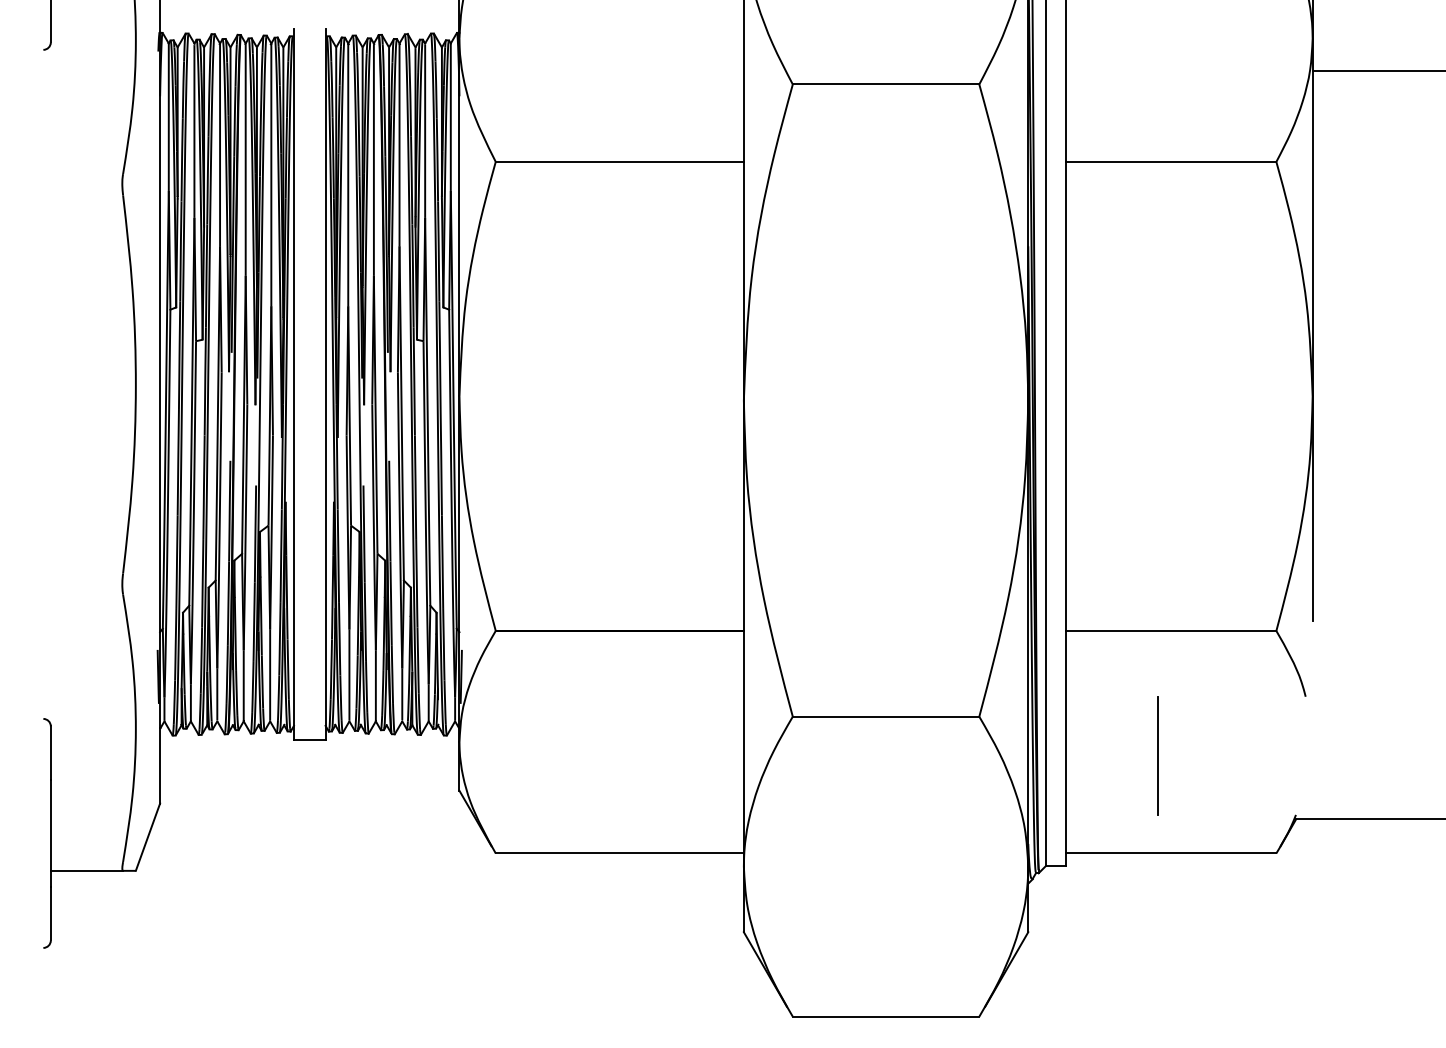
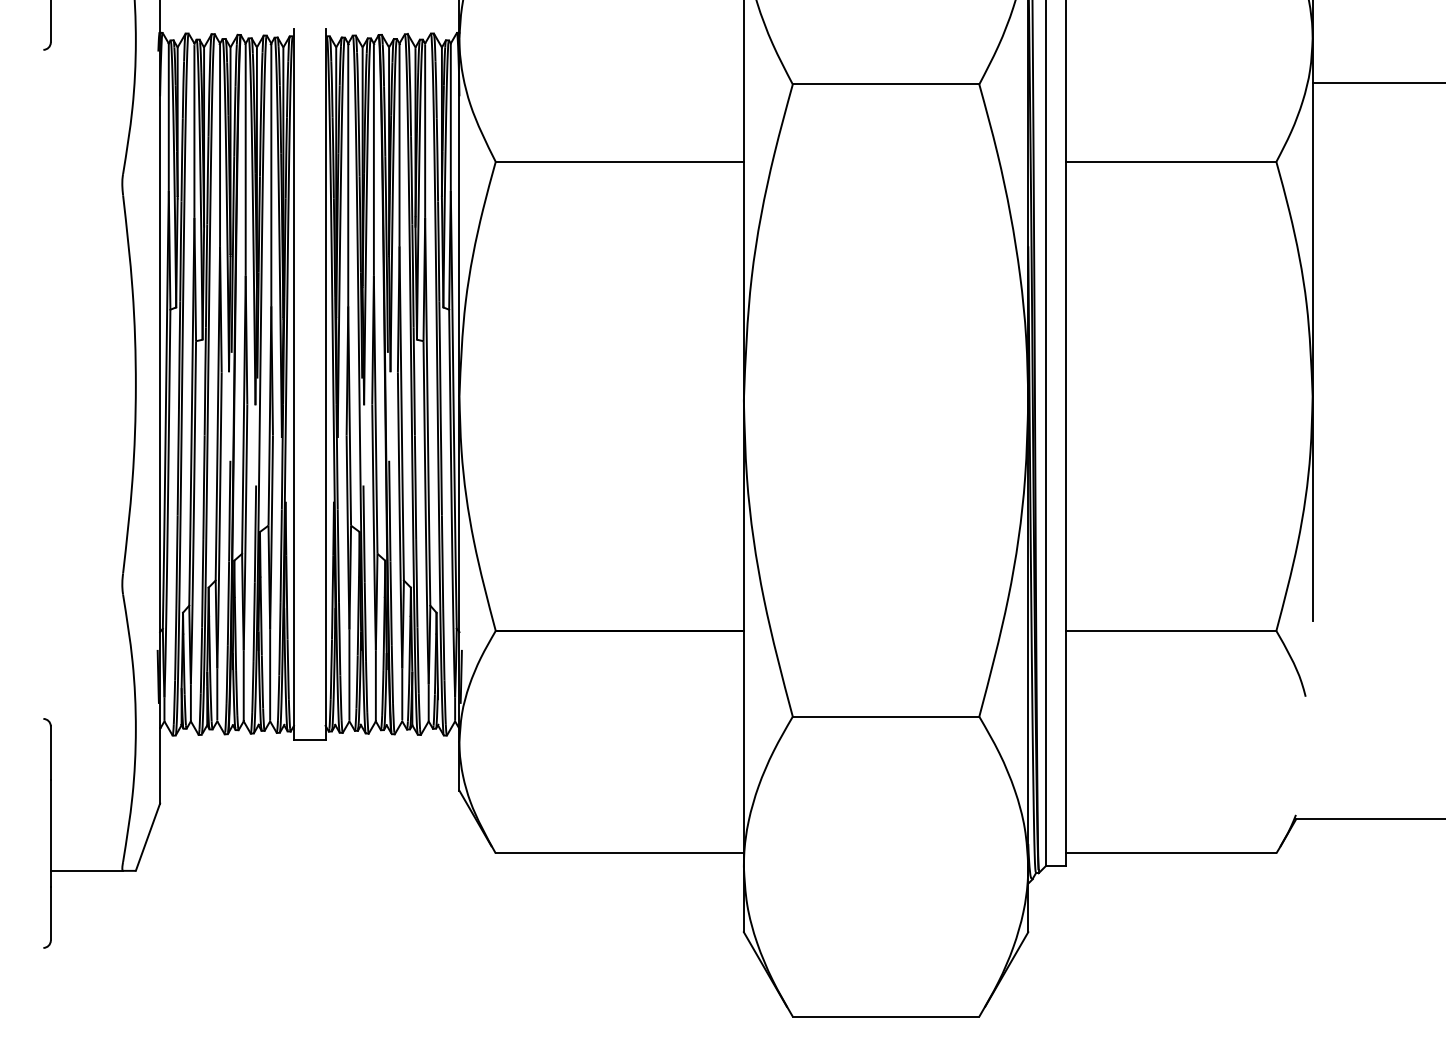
line at (1377, 71) position: (1377, 71) -> (1377, 83)
line at (1157, 755): present -> none
